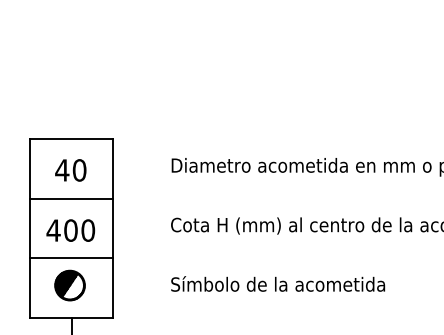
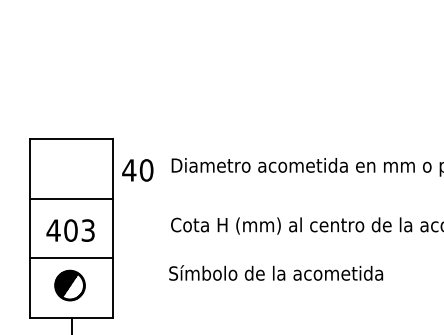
text at (70, 170) position: (70, 170) -> (137, 170)
text at (88, 230): 400 -> 403
text at (278, 283) position: (278, 283) -> (276, 272)
